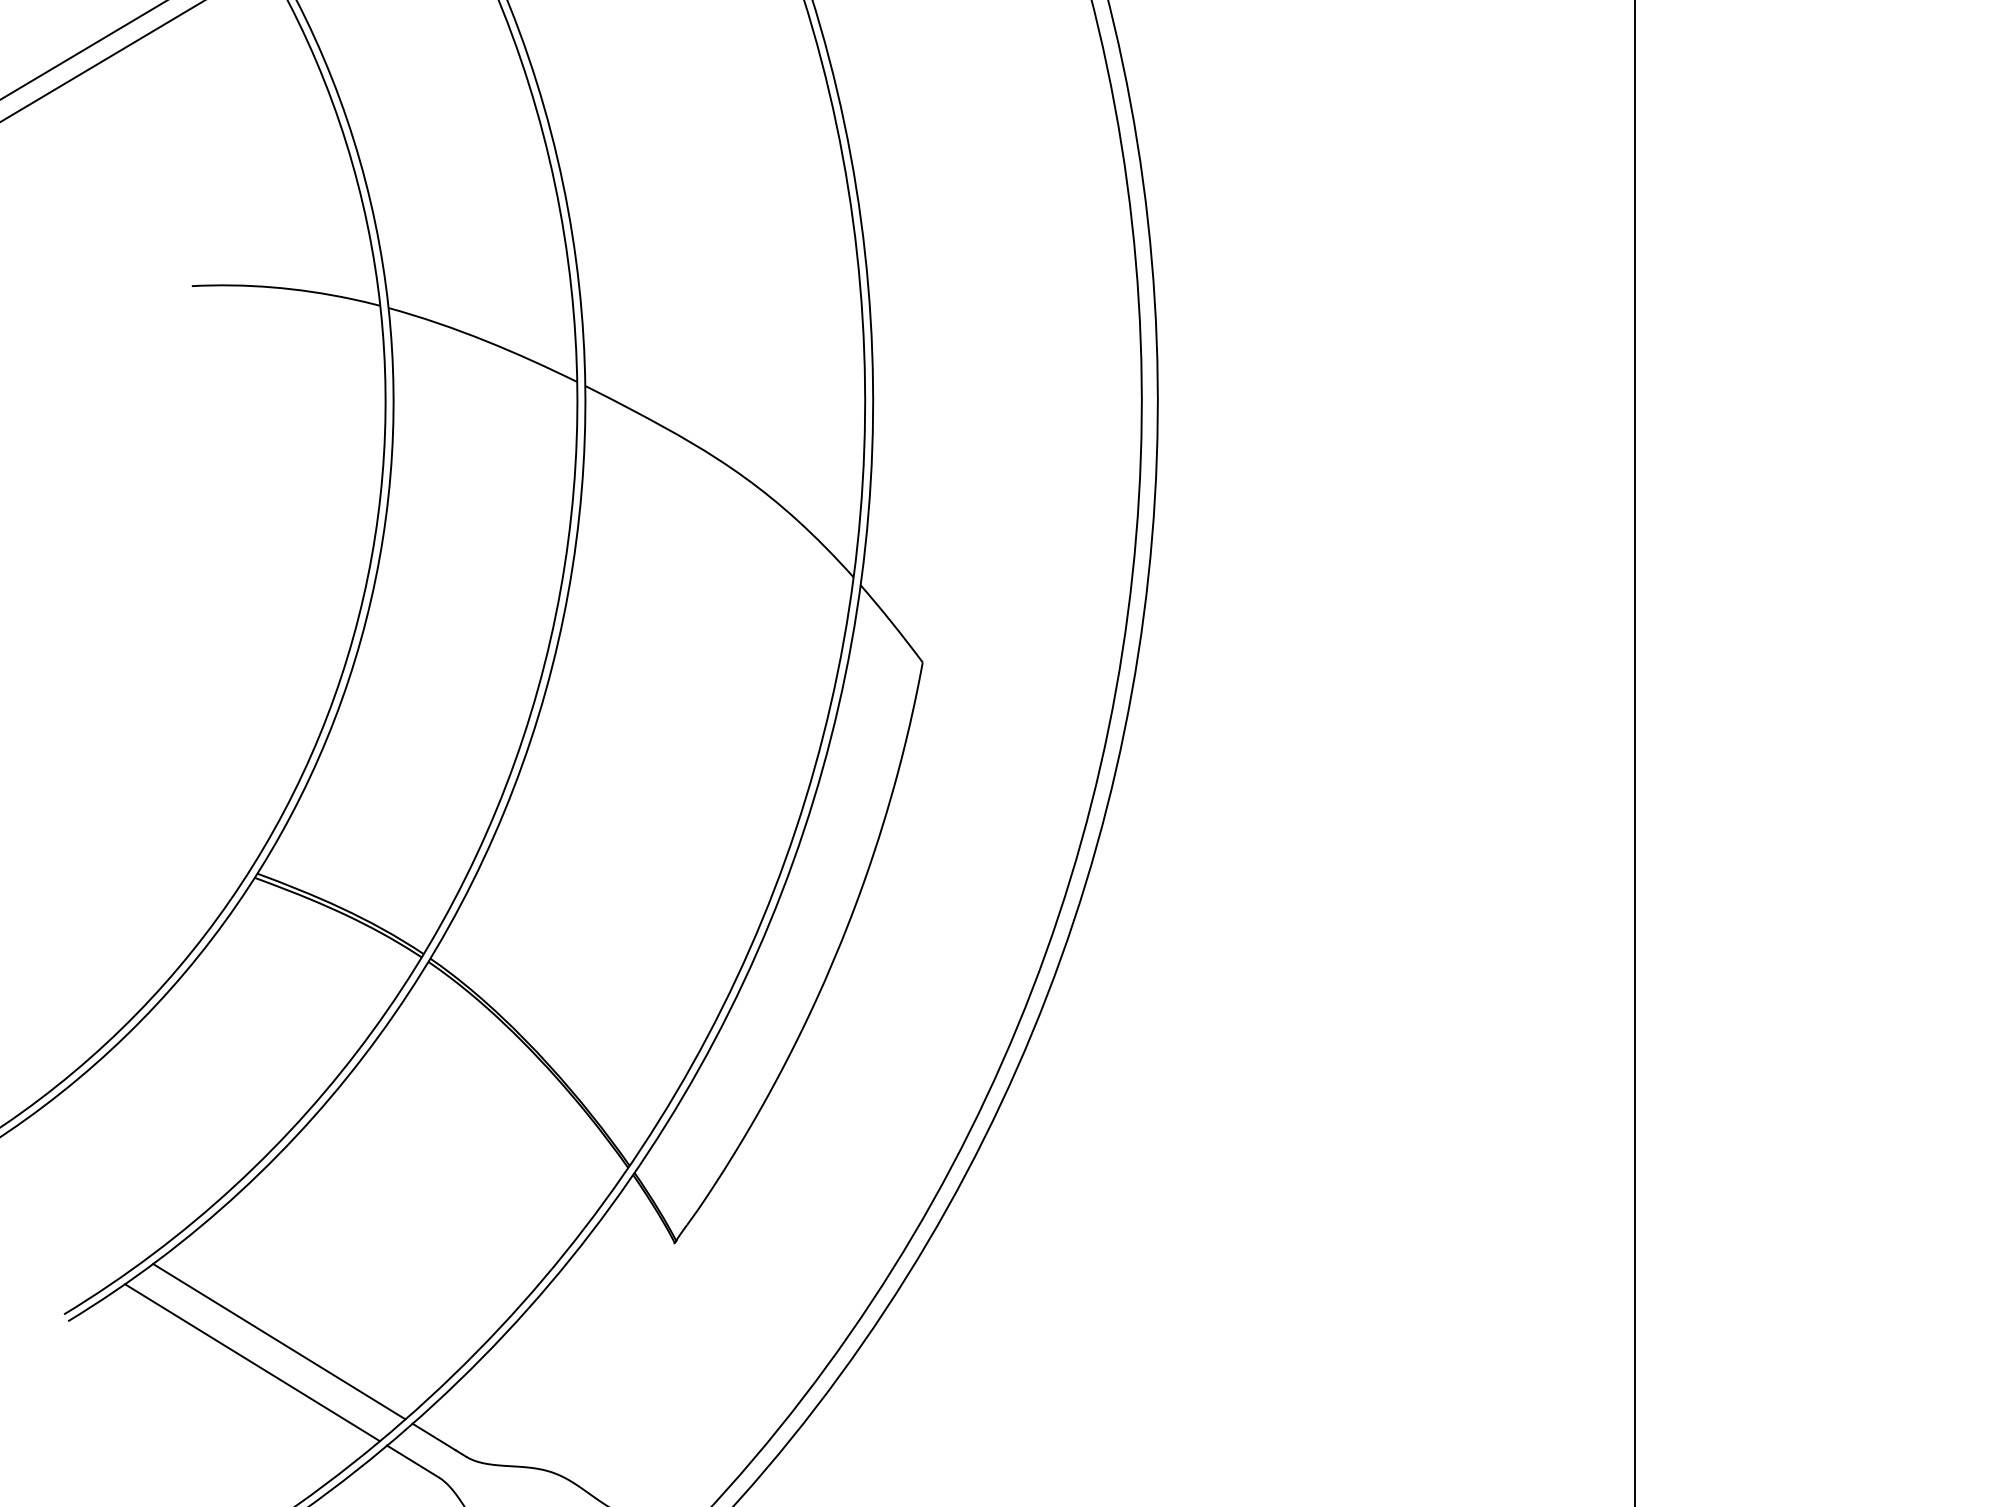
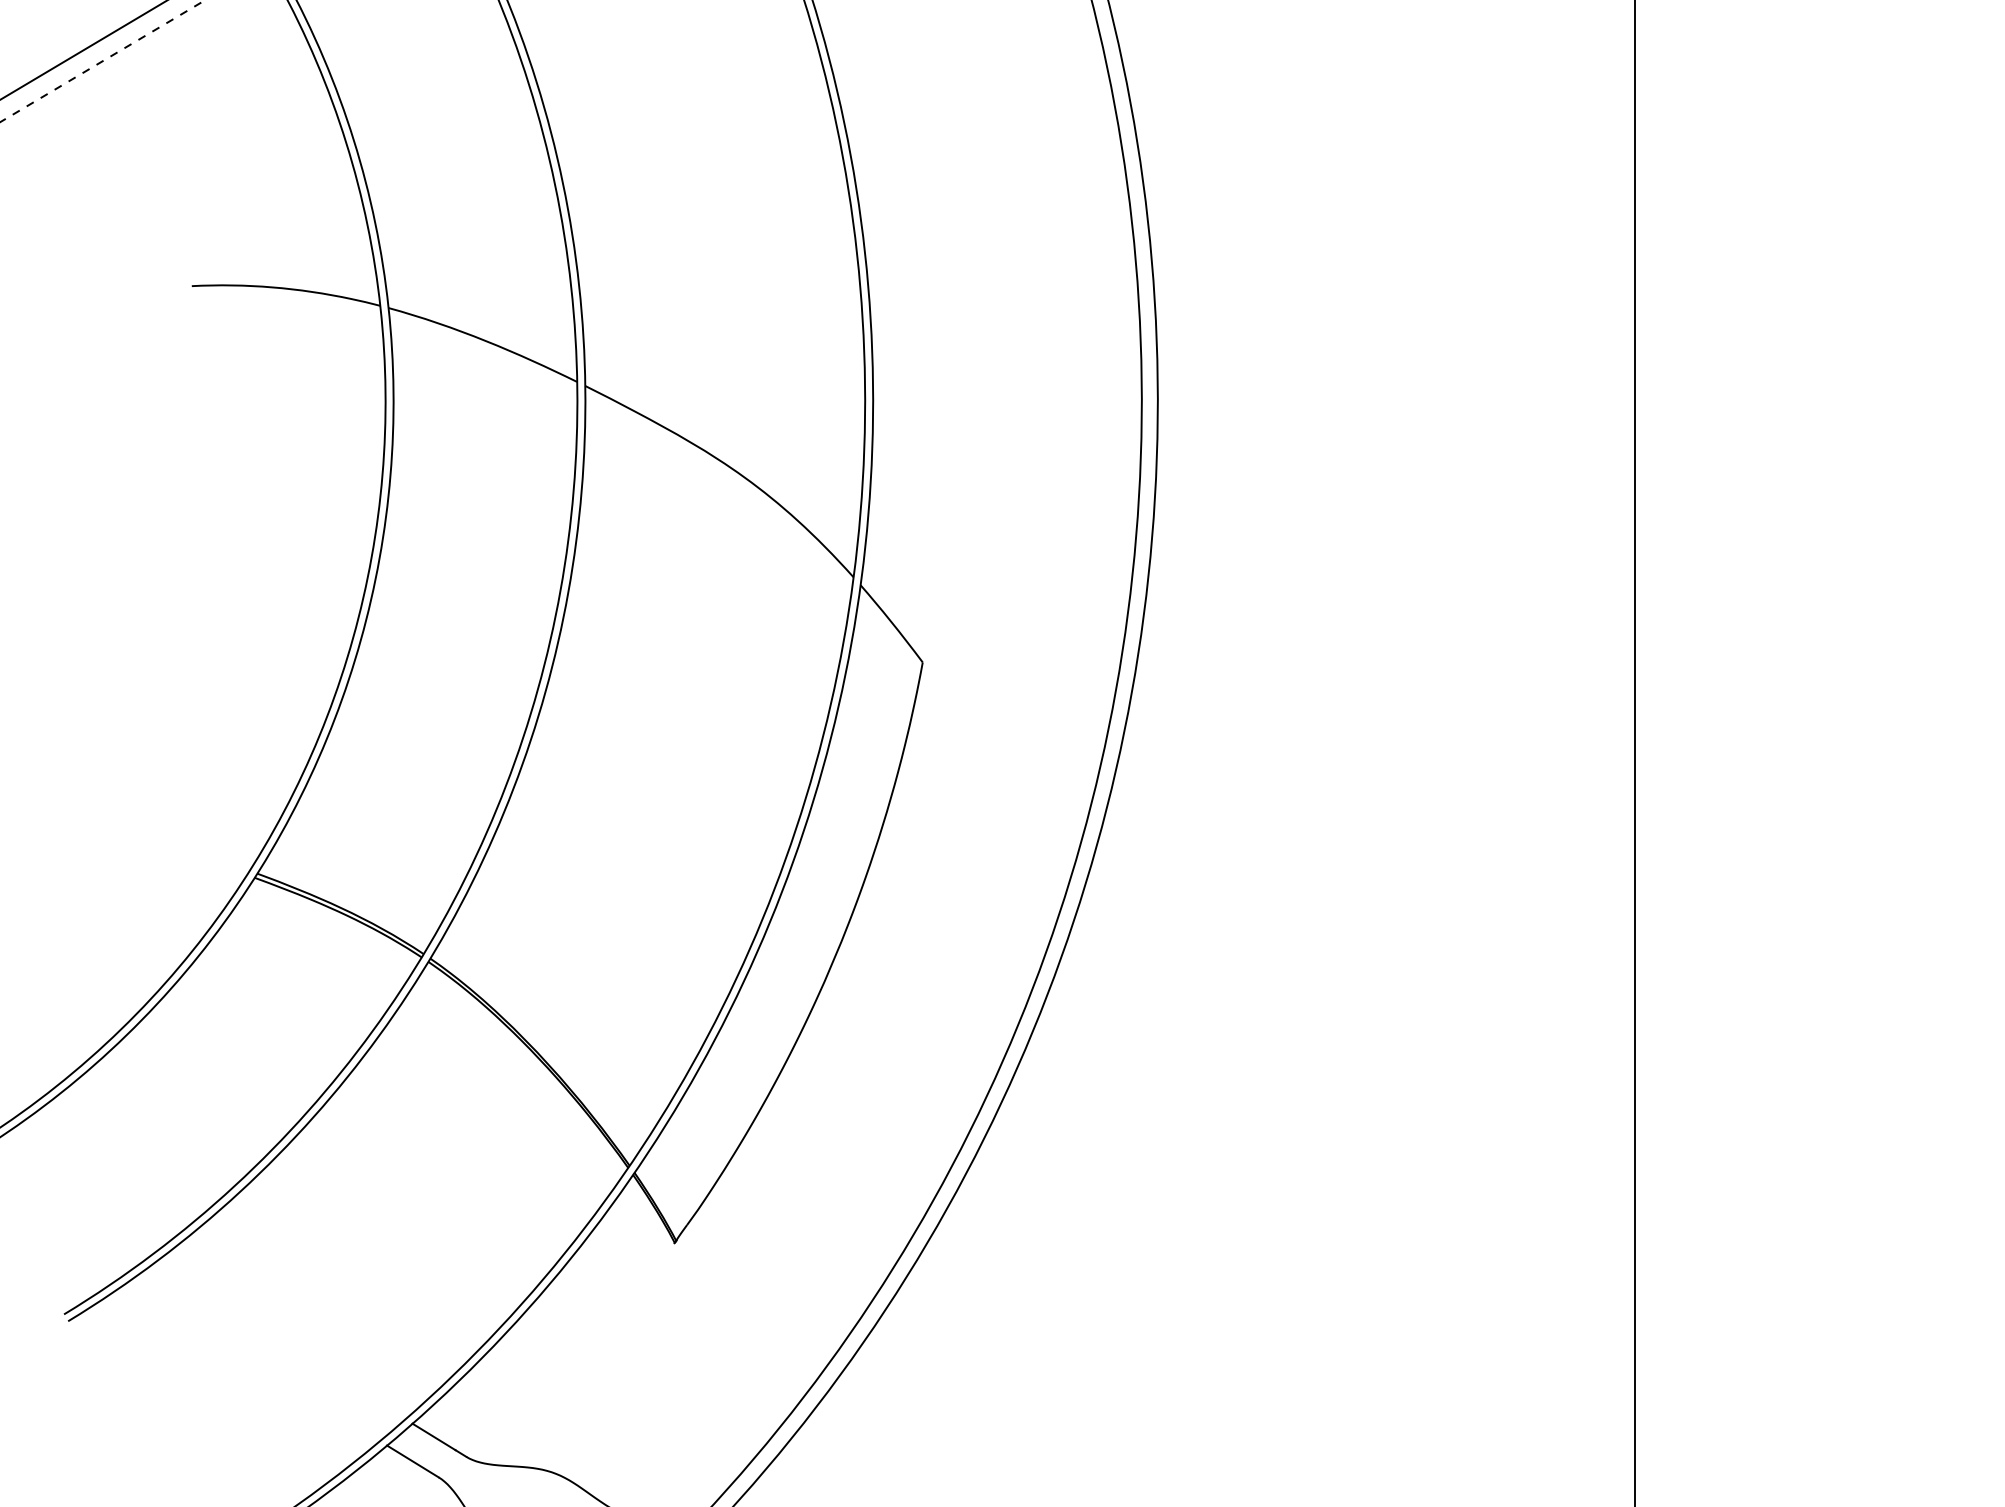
line at (102, 61): solid -> dashed
line at (279, 1341): present -> none
line at (252, 1362): present -> none
